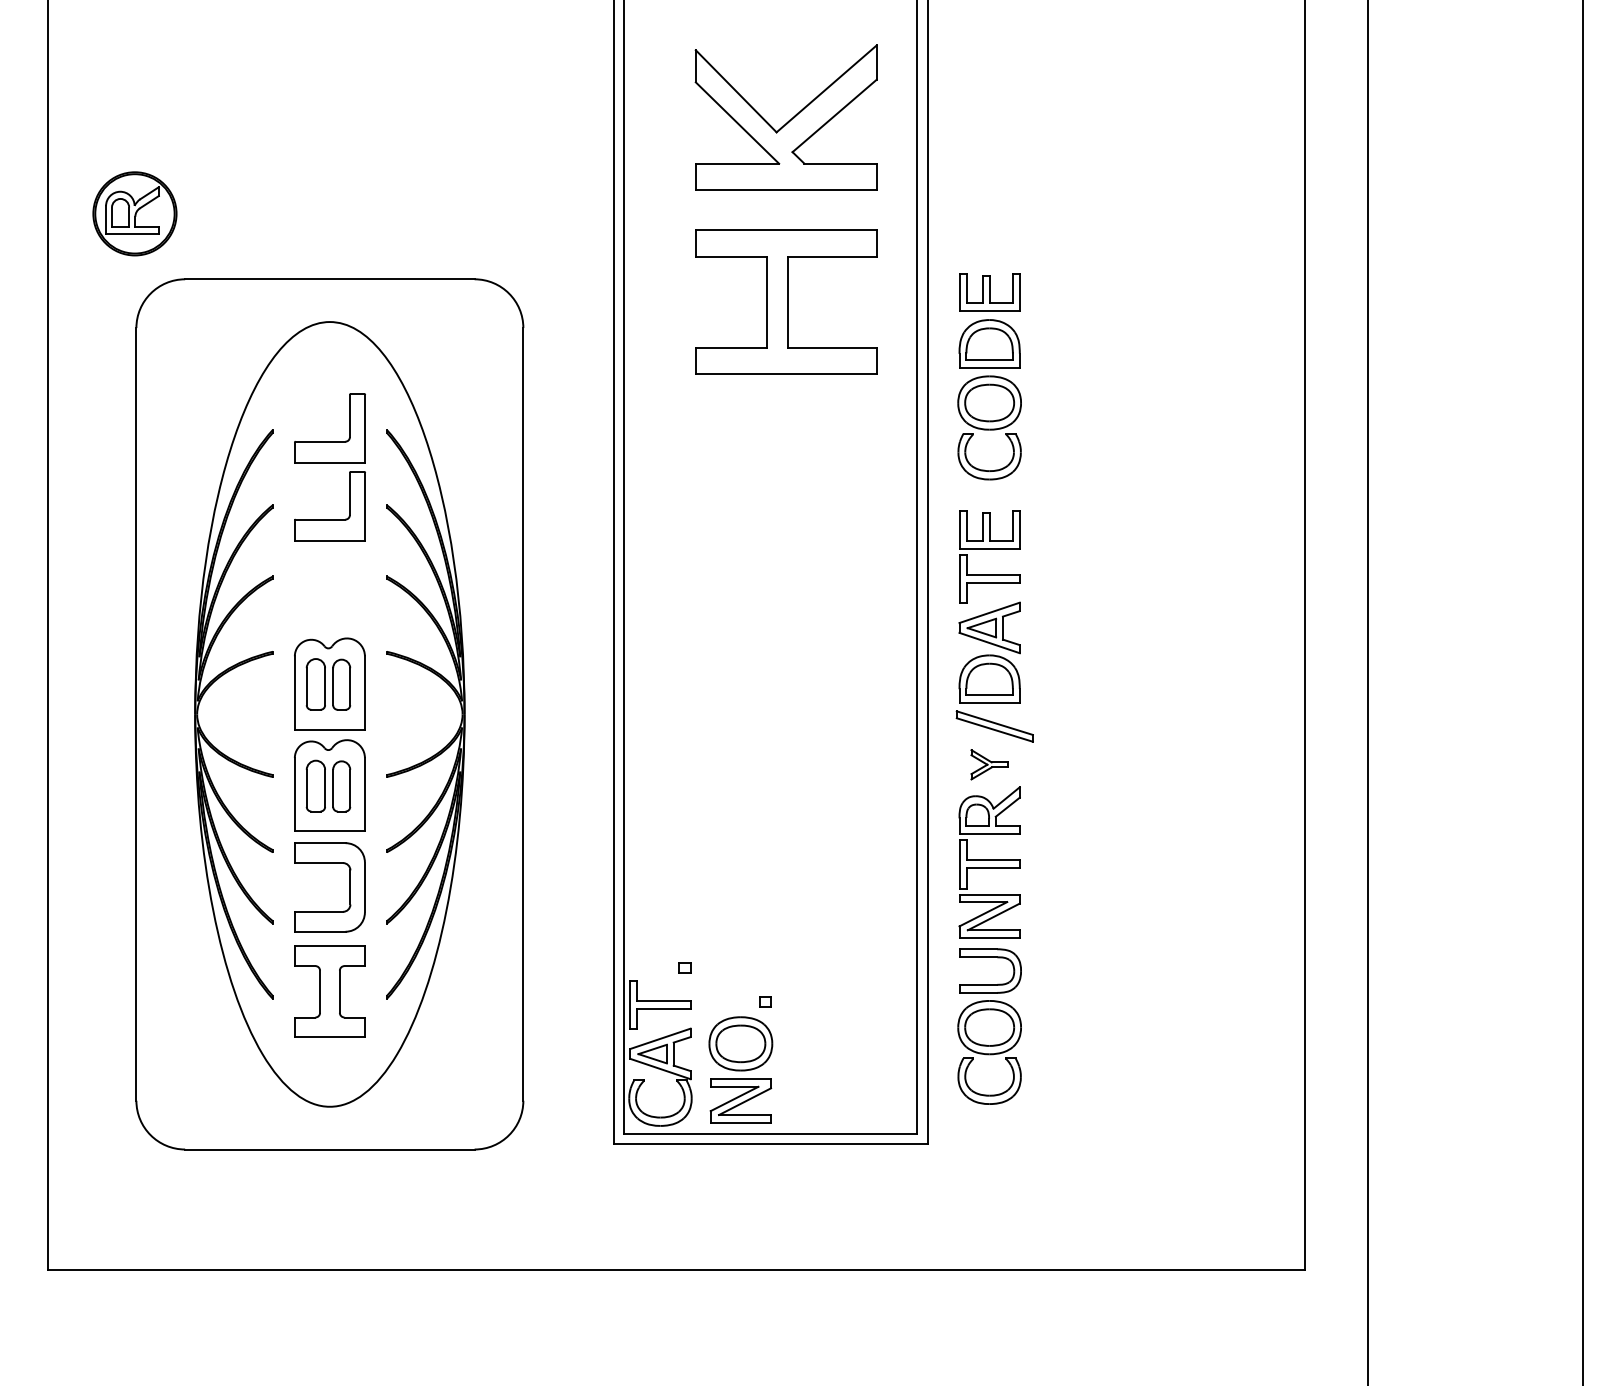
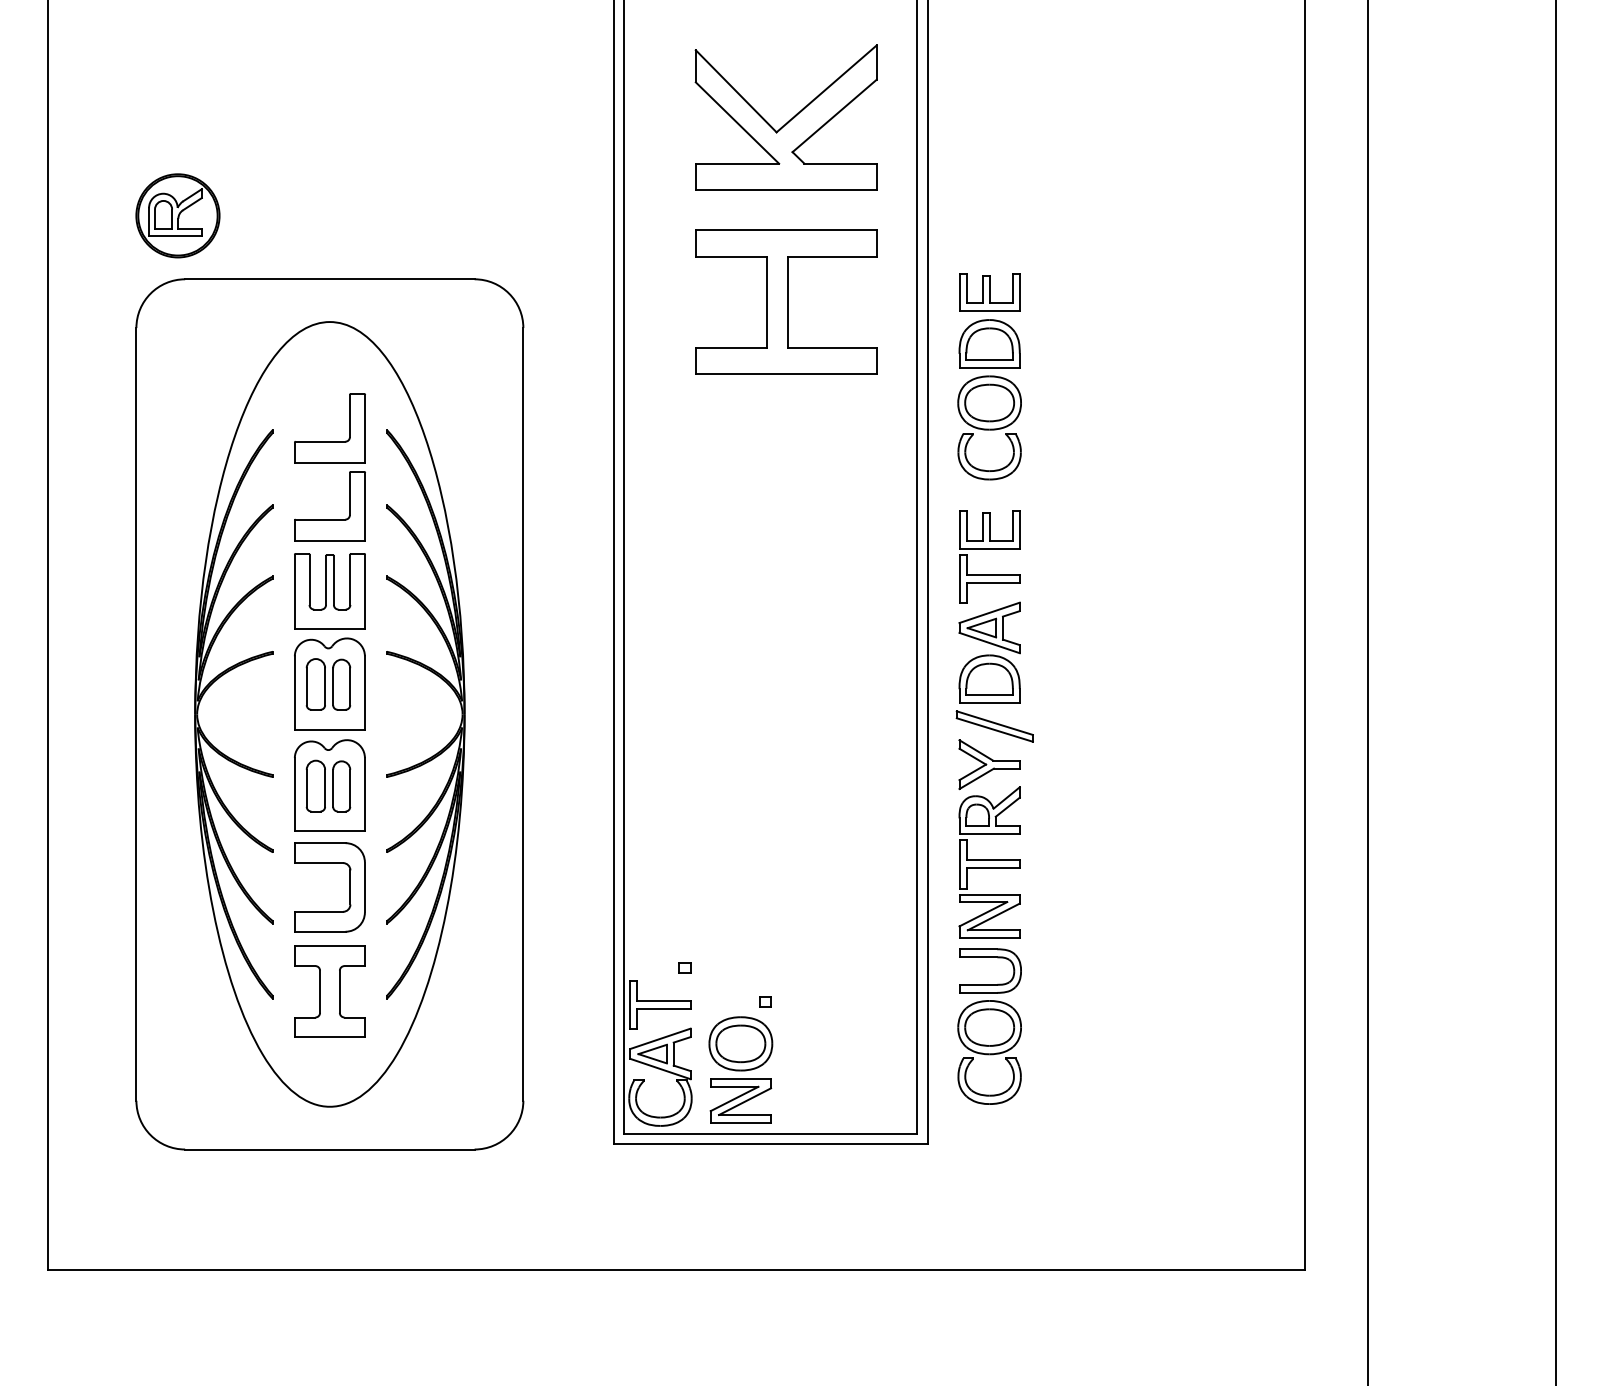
part at (134, 213) position: (134, 213) -> (177, 215)
part at (329, 591): none -> present
line at (1582, 692) position: (1582, 692) -> (1555, 692)
part at (989, 764) size: 39x32 px -> 63x52 px
